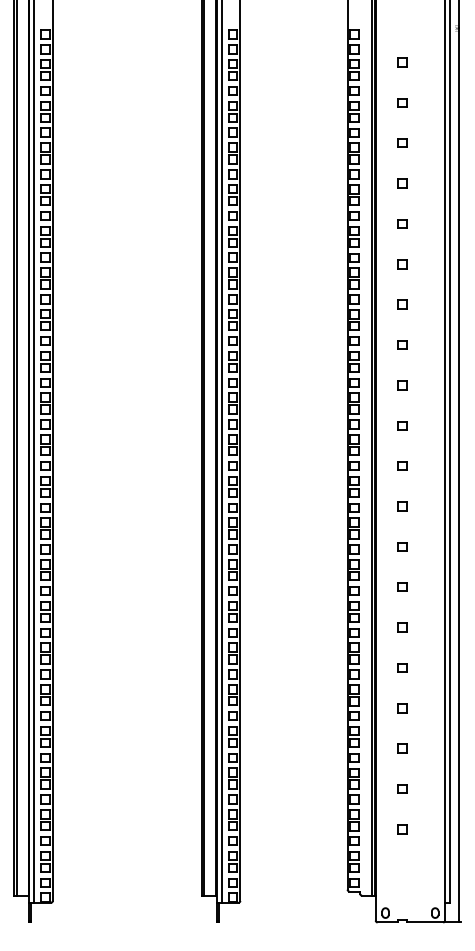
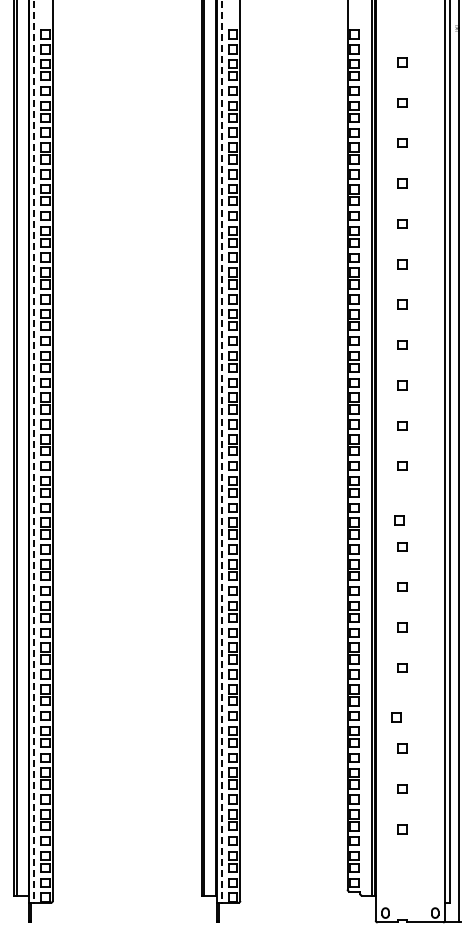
line at (34, 451): solid -> dashed
line at (221, 451): solid -> dashed
part at (402, 506) position: (402, 506) -> (399, 520)
part at (402, 708) position: (402, 708) -> (396, 717)
